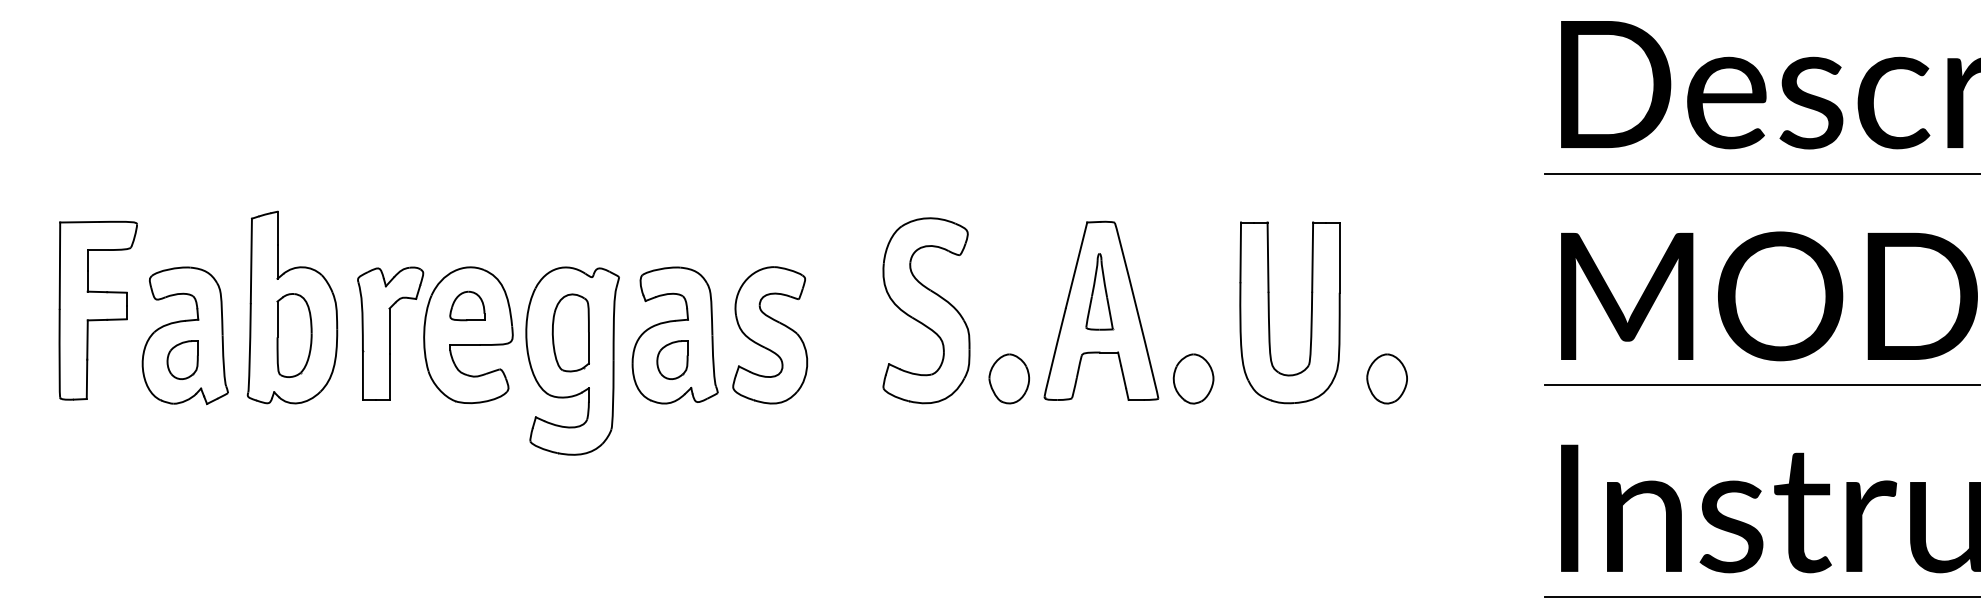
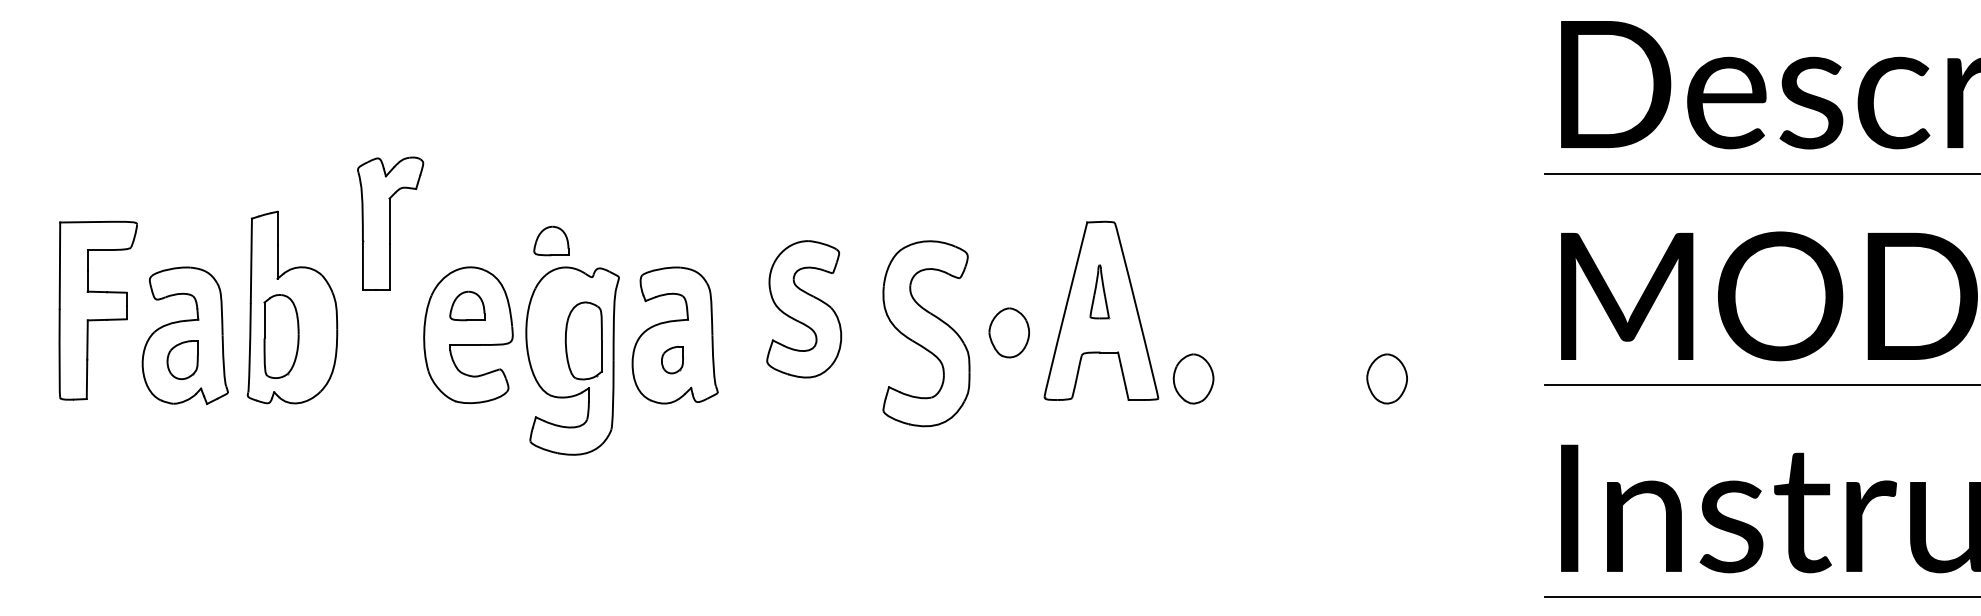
part at (551, 240): none -> present
part at (1099, 291) size: 30x78 px -> 22x56 px
part at (926, 310) position: (926, 310) -> (926, 333)
part at (1269, 312): present -> none
part at (570, 332) position: (570, 332) -> (583, 340)
part at (390, 333) position: (390, 333) -> (390, 223)
part at (294, 335) position: (294, 335) -> (281, 336)
part at (770, 335) position: (770, 335) -> (804, 309)
part at (672, 359) size: 33x40 px -> 23x30 px
part at (1008, 378) position: (1008, 378) -> (1008, 332)
